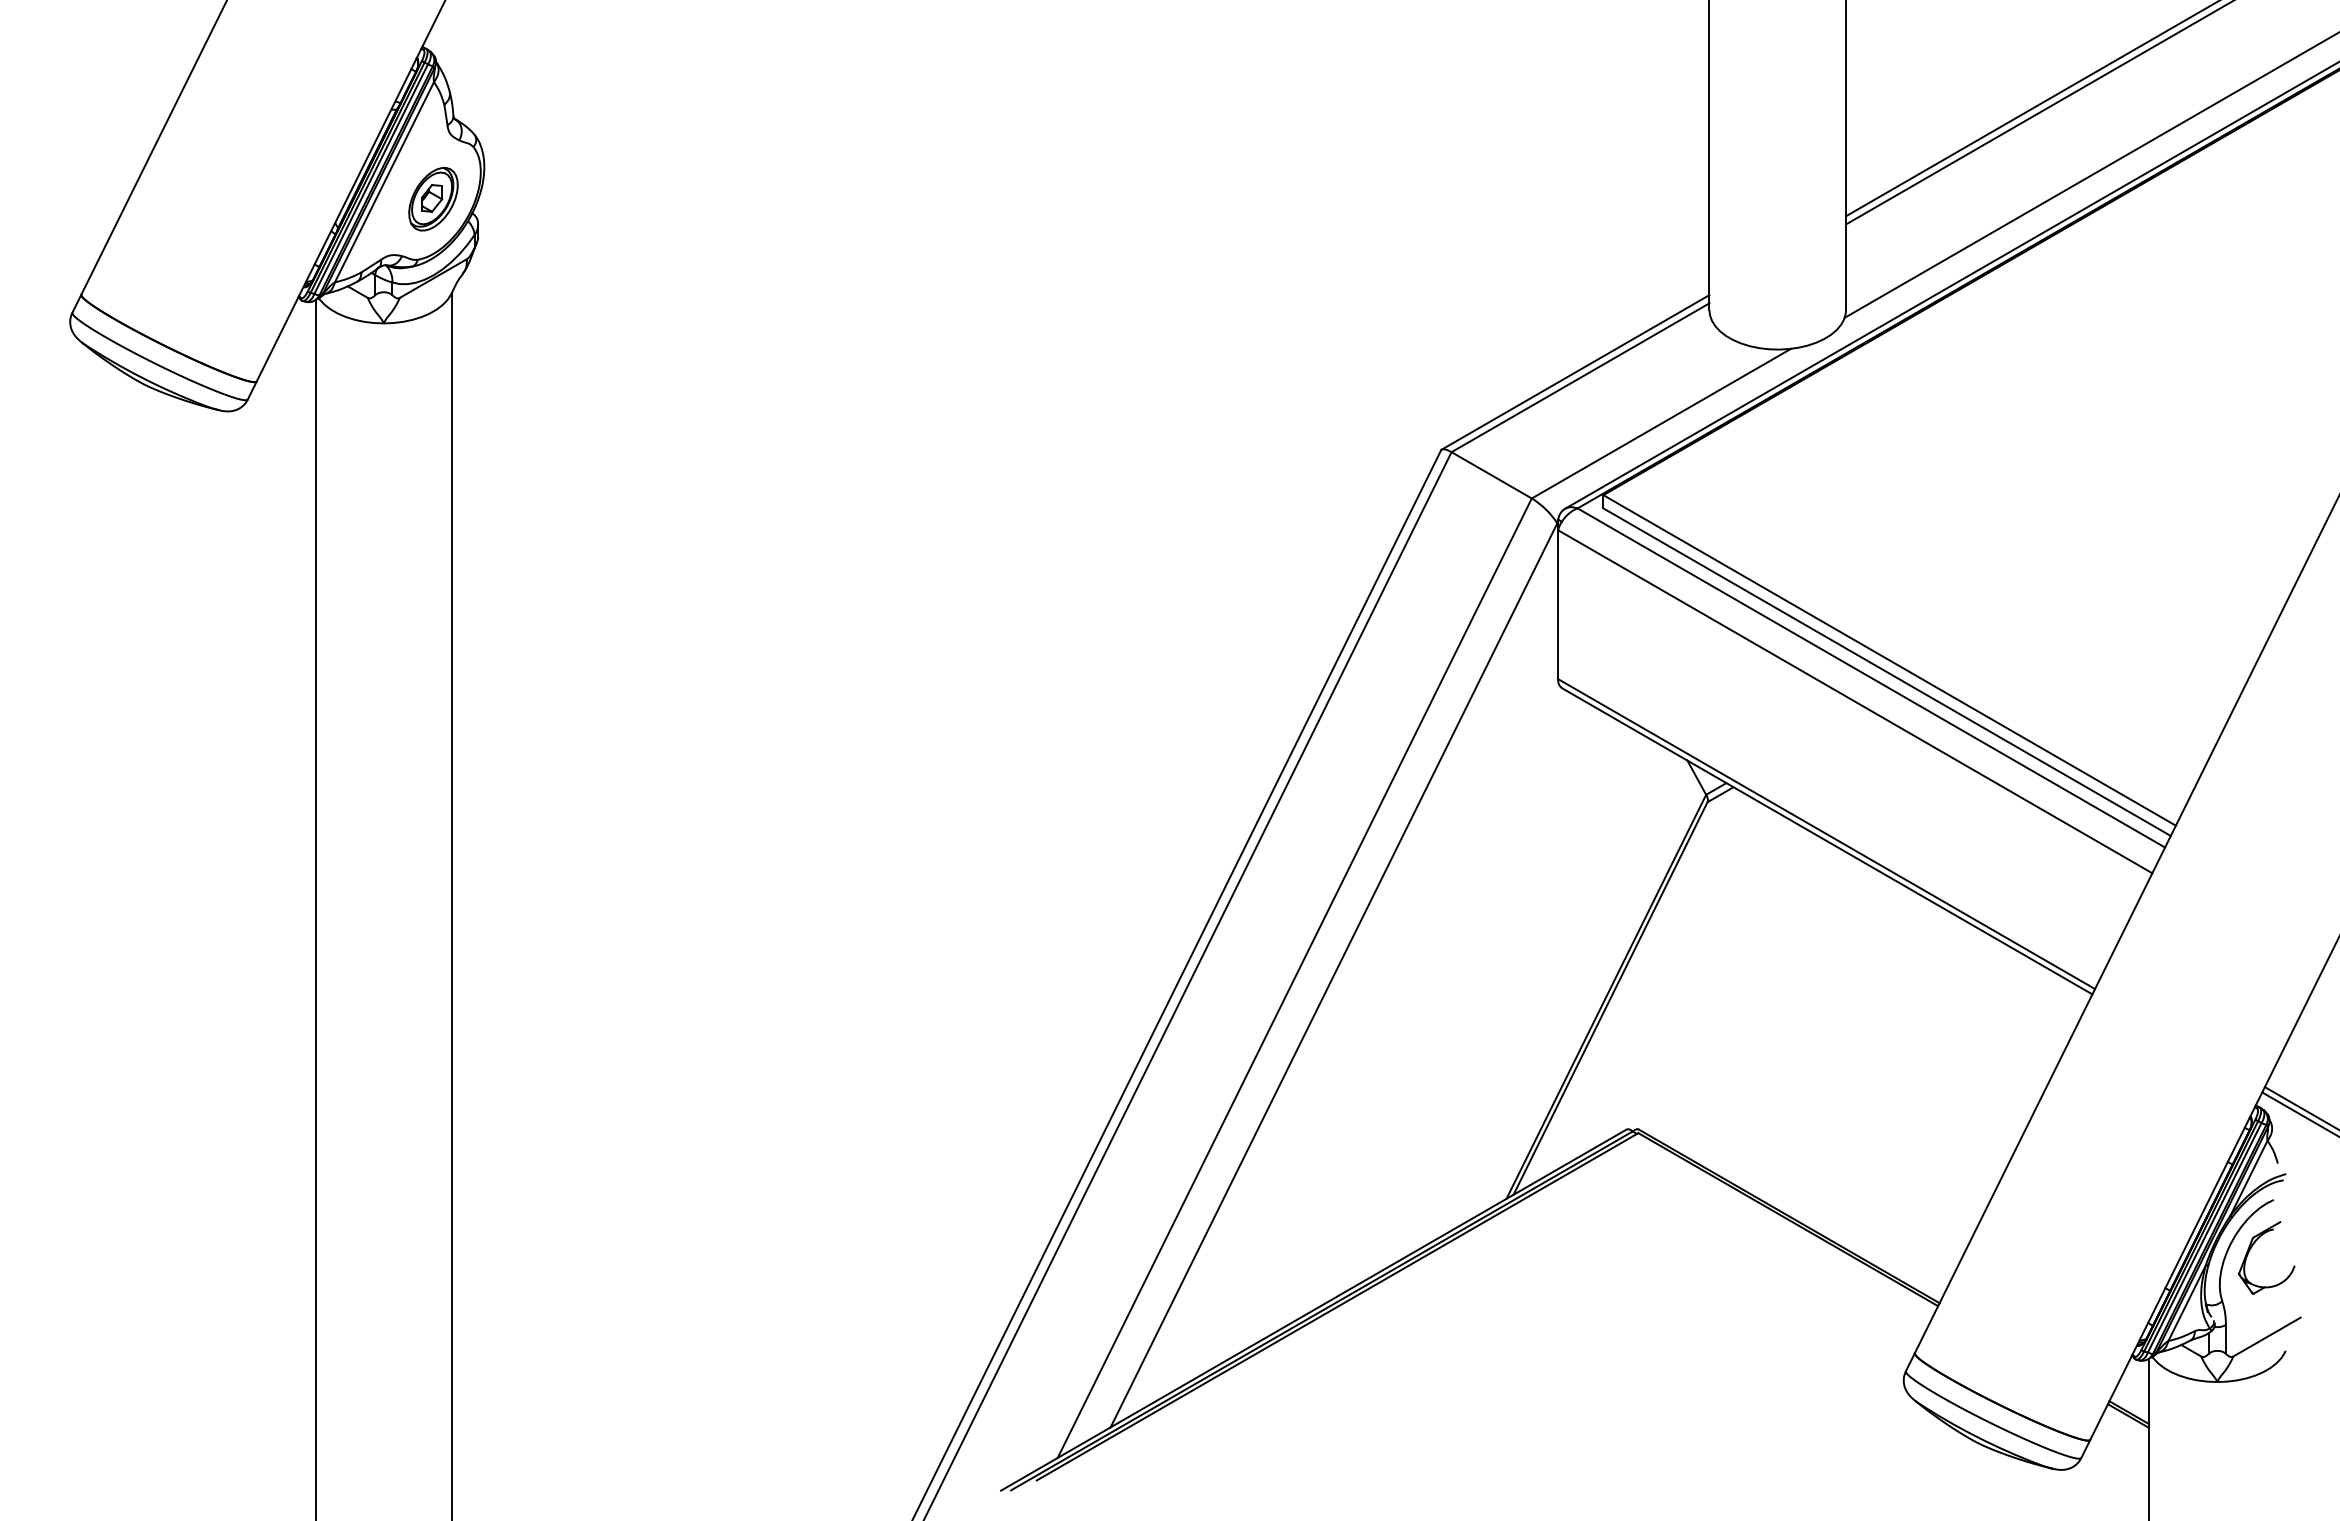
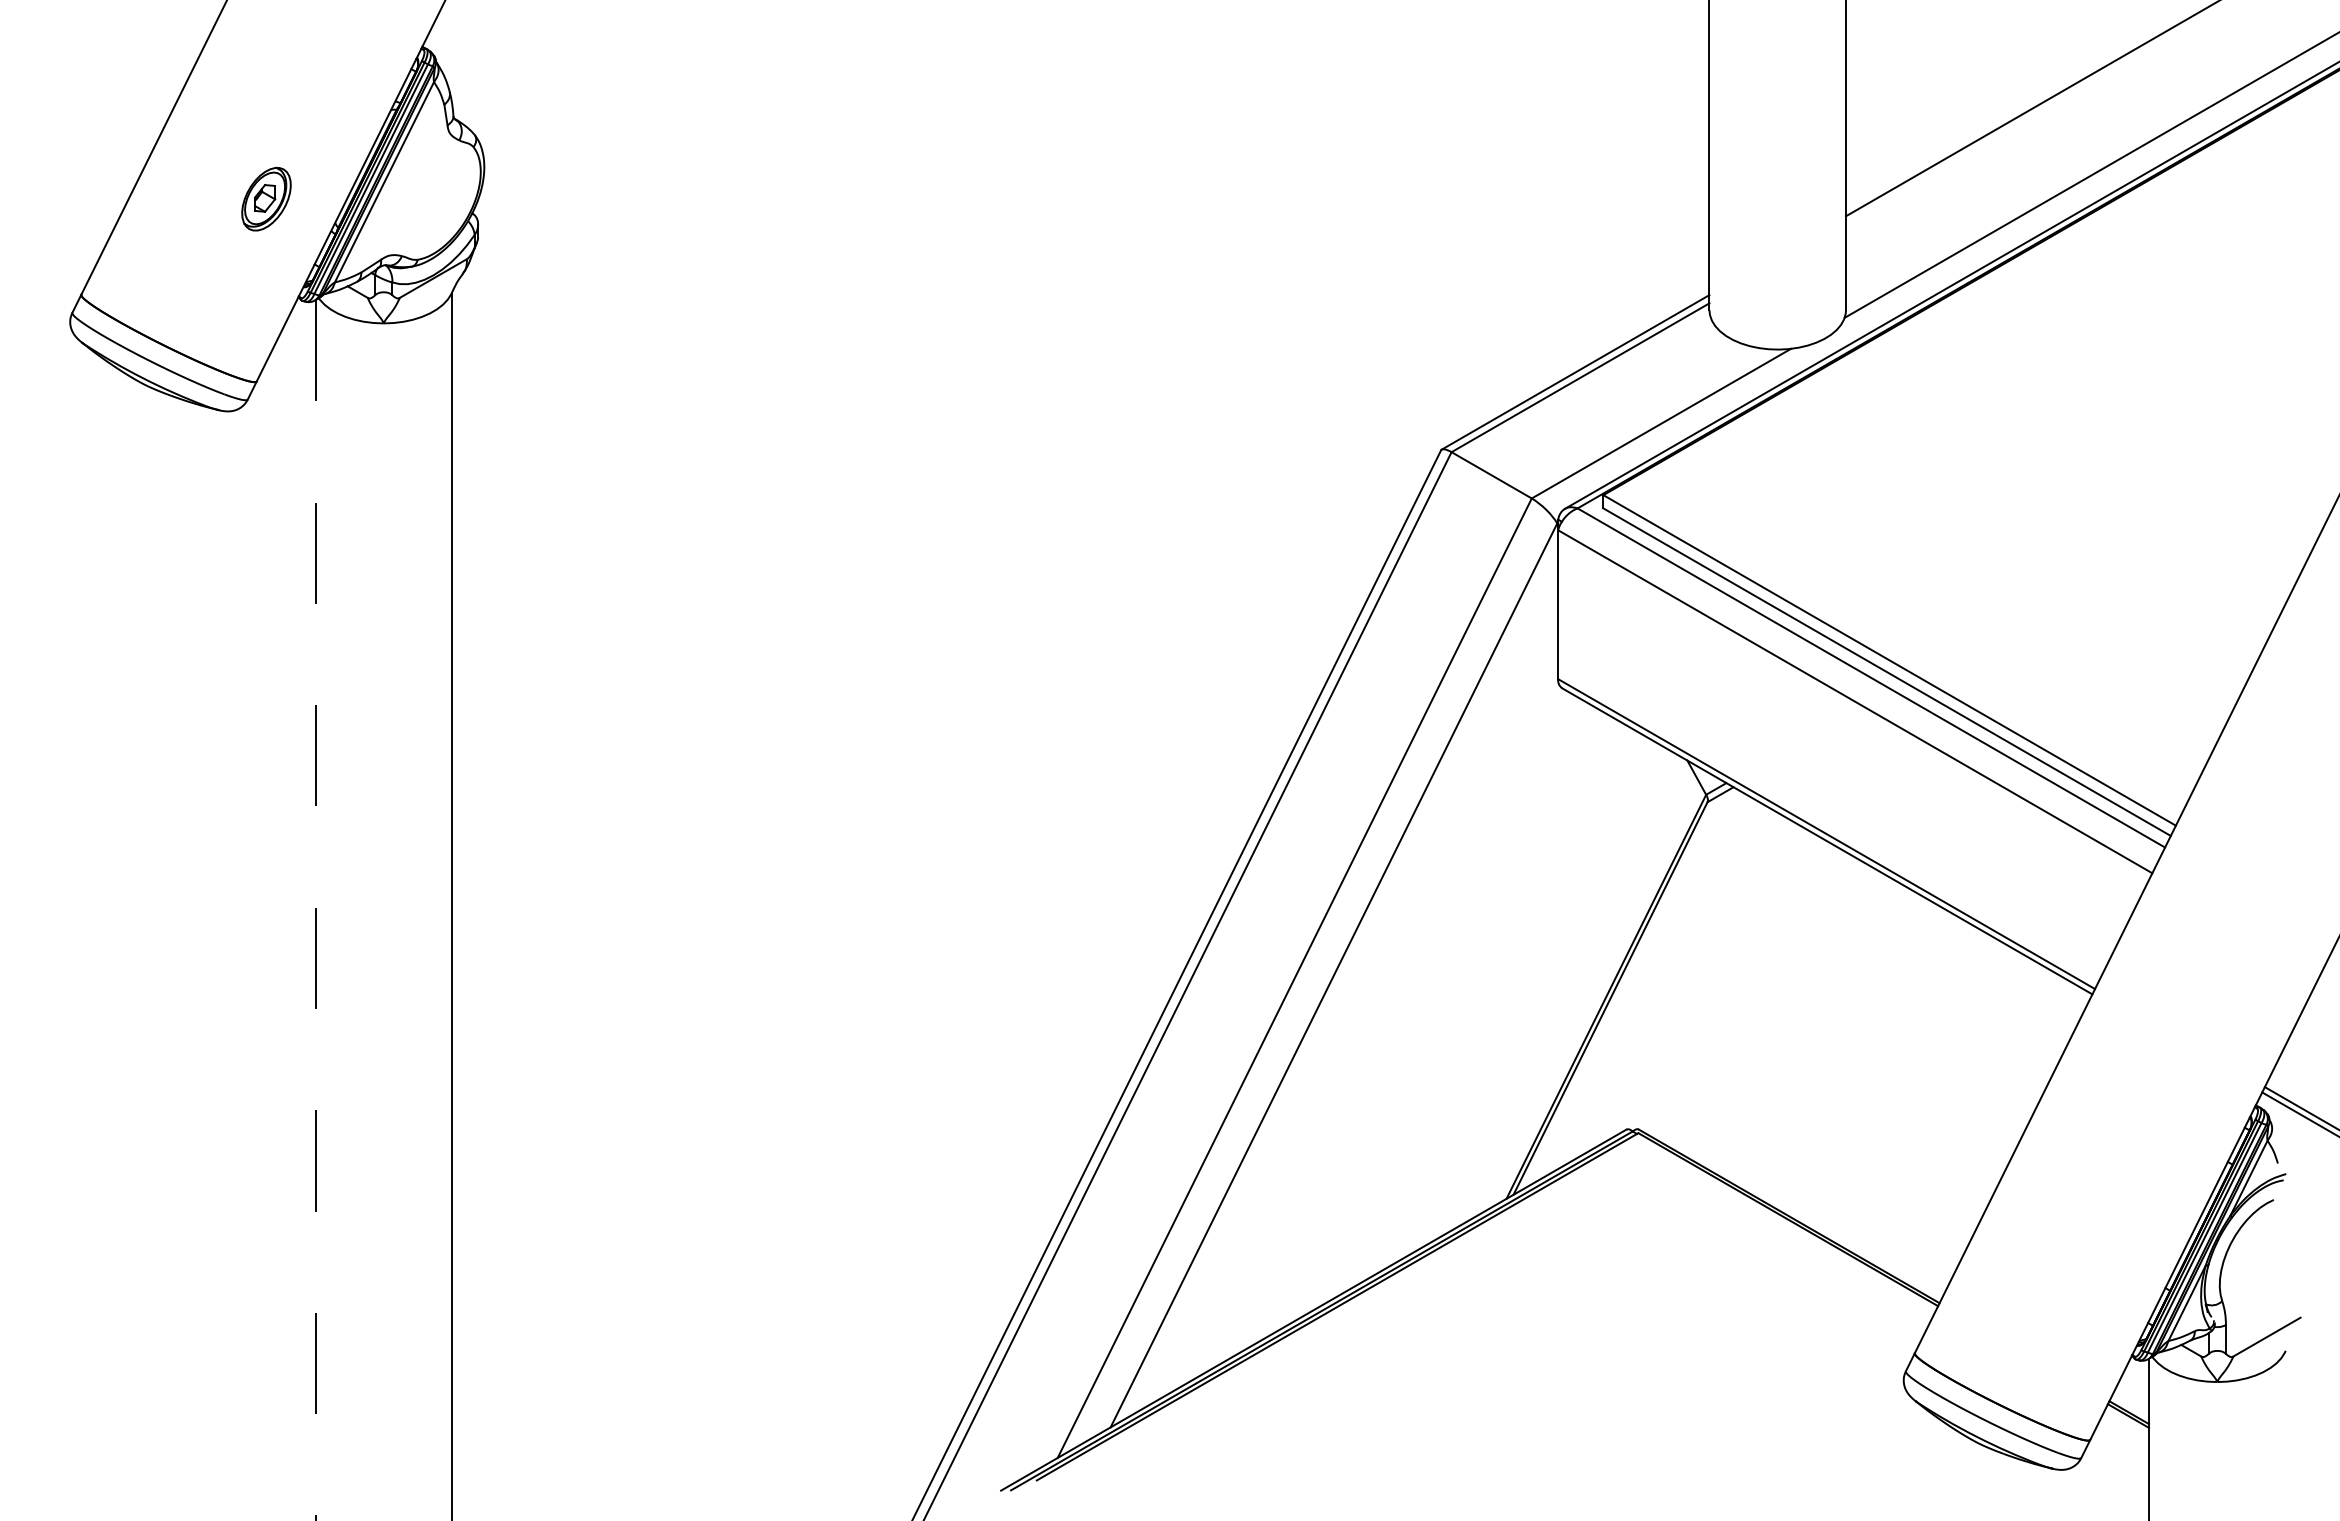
line at (2037, 113): present -> none
part at (433, 198) position: (433, 198) -> (266, 198)
line at (315, 910): solid -> dashed
part at (2250, 1250): present -> none
